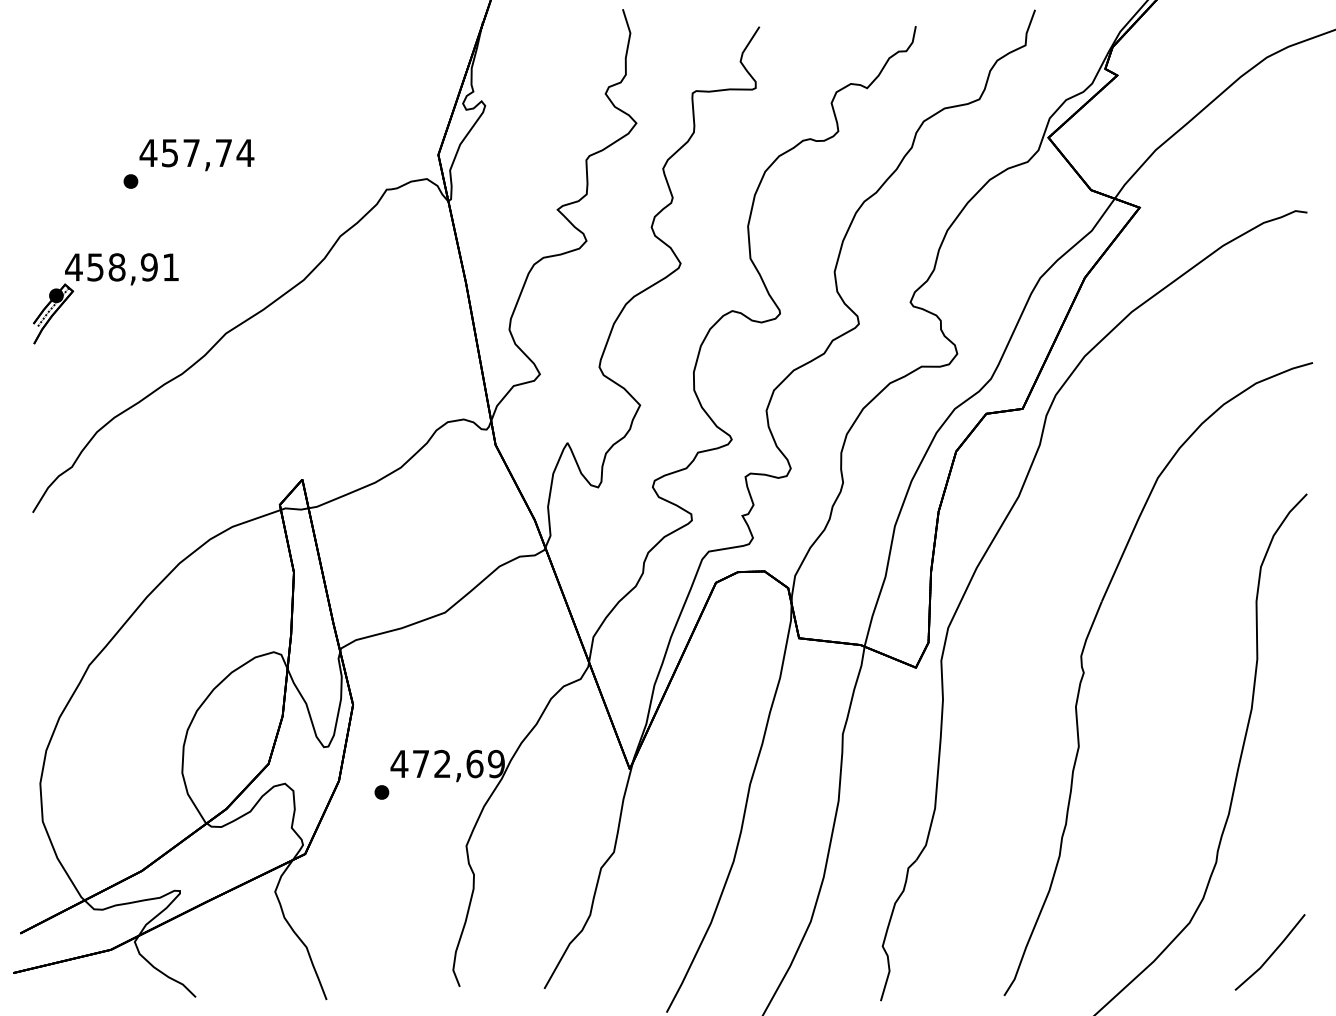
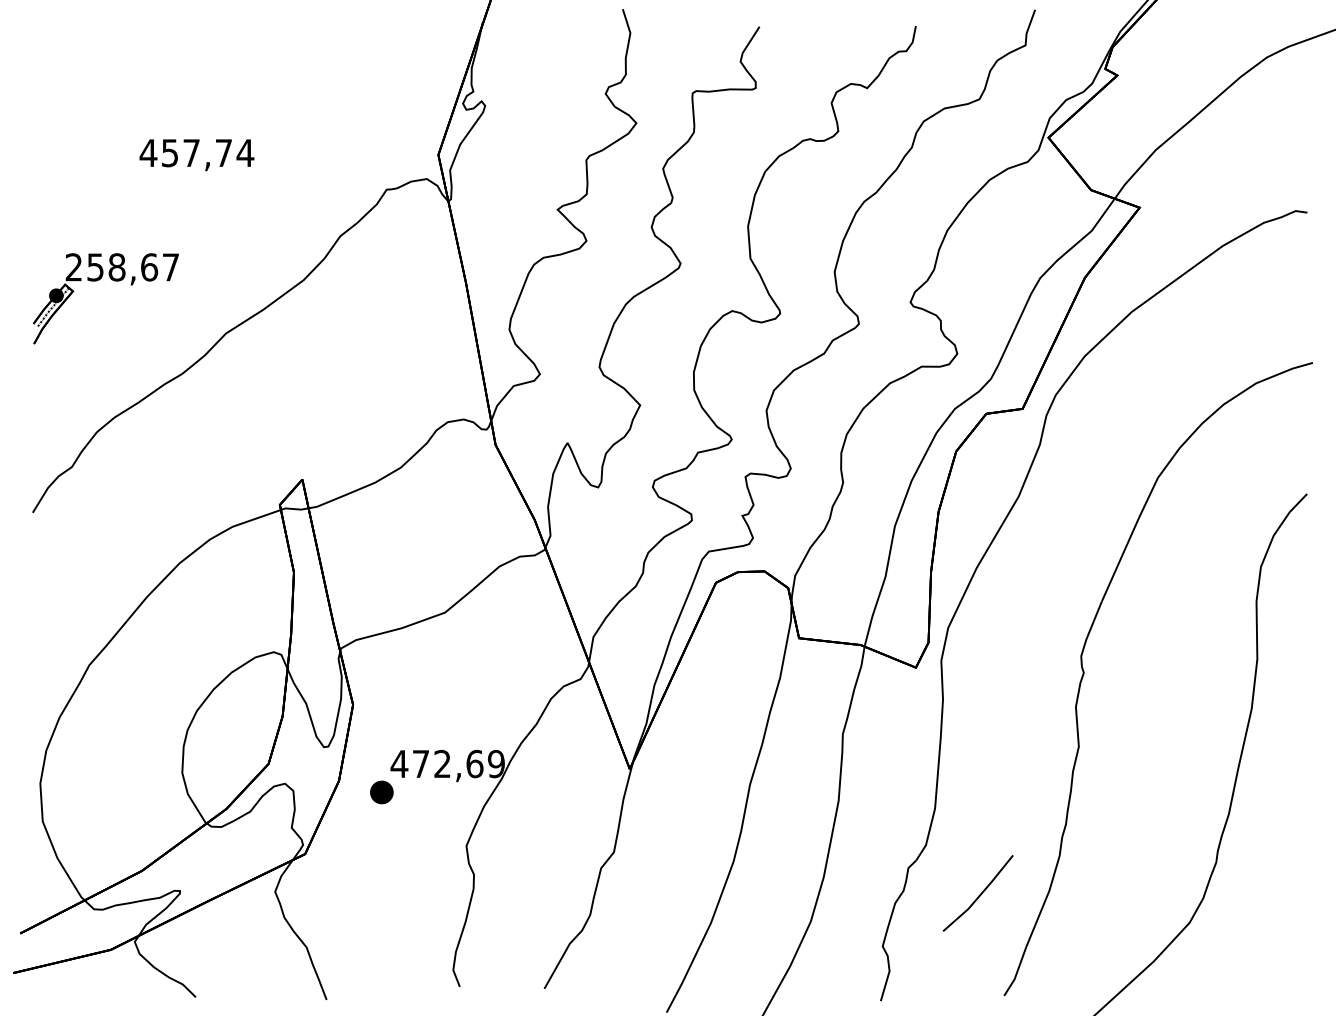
part at (130, 181): present -> none
text at (121, 267): 458,91 -> 258,67
part at (381, 792) size: 16x15 px -> 24x25 px
line at (1271, 953) position: (1271, 953) -> (979, 894)
